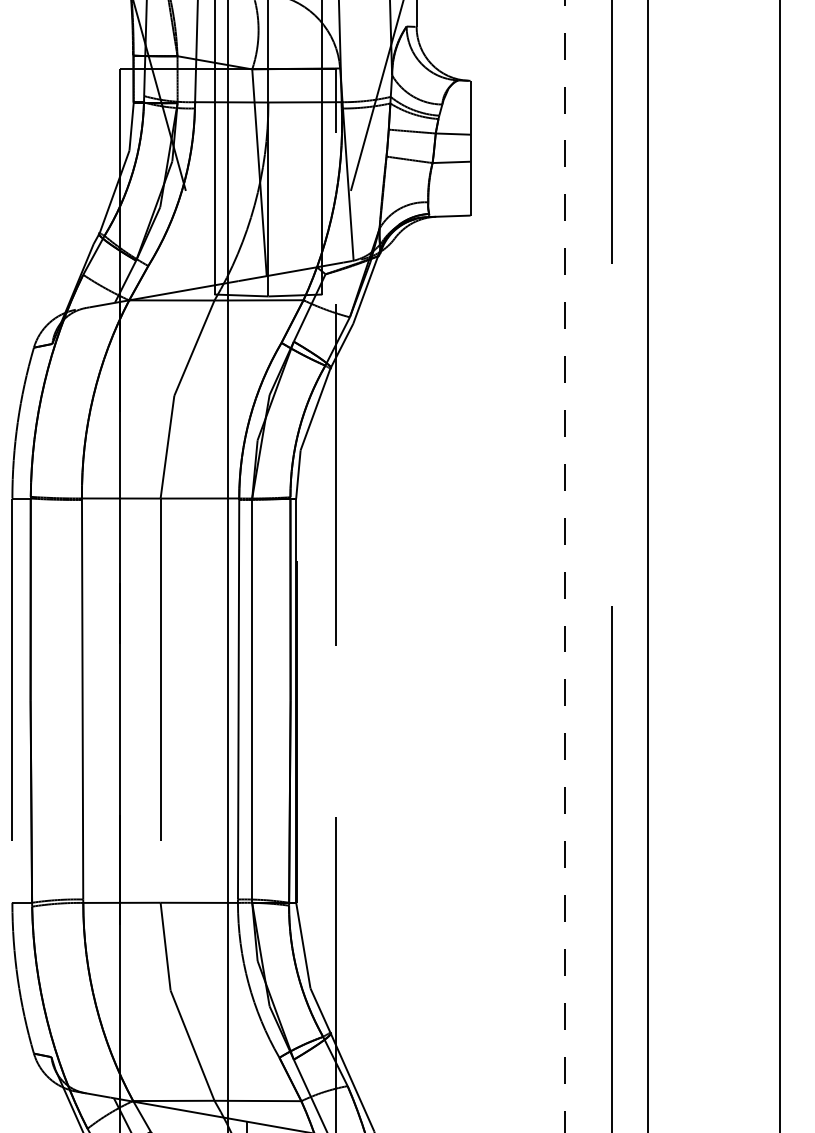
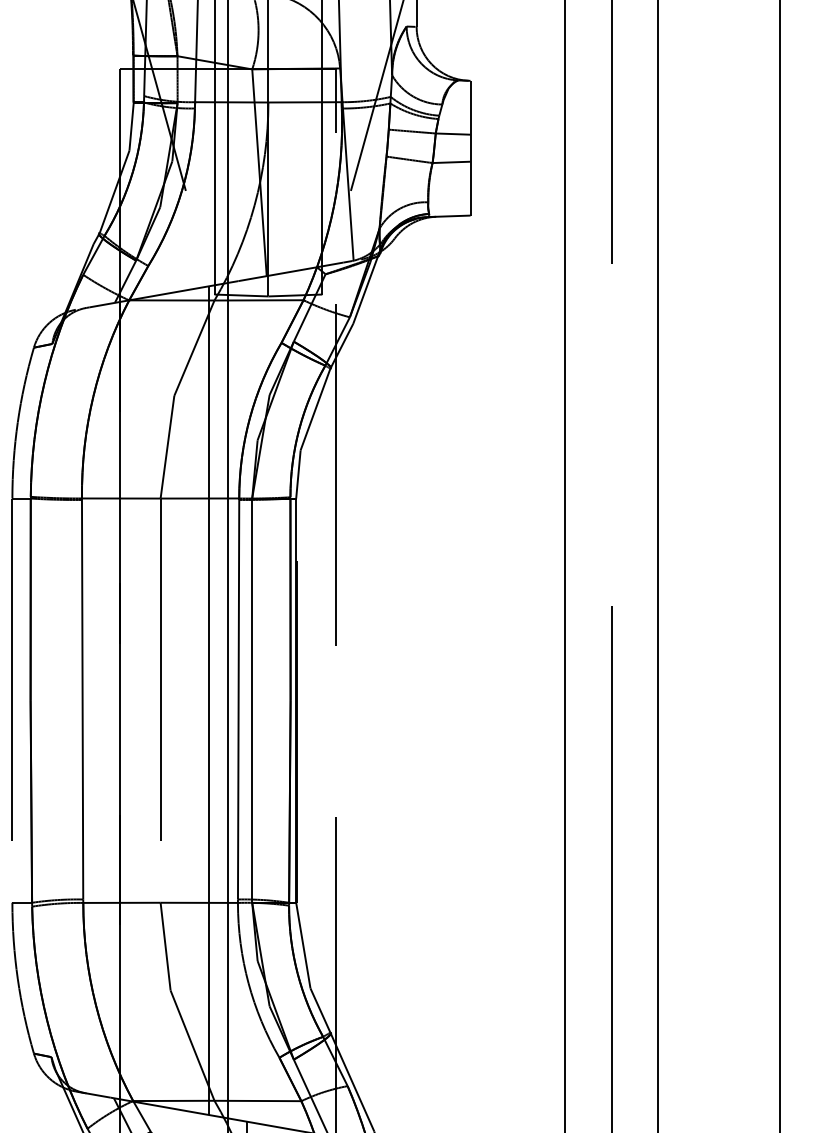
line at (648, 565) position: (648, 565) -> (658, 565)
line at (564, 567): dashed -> solid
line at (209, 700): none -> present
